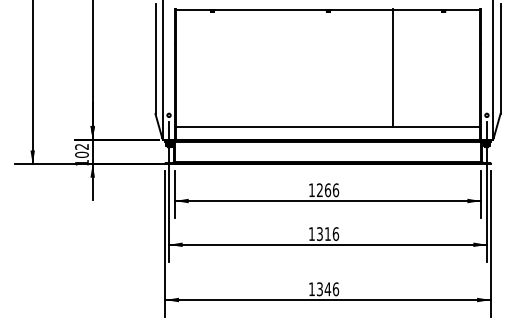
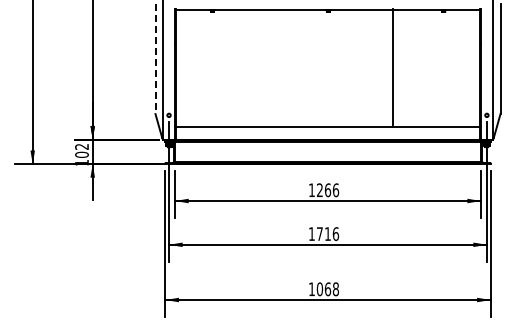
line at (155, 59): solid -> dashed
text at (319, 234): 1316 -> 1716
text at (327, 289): 1346 -> 1068
